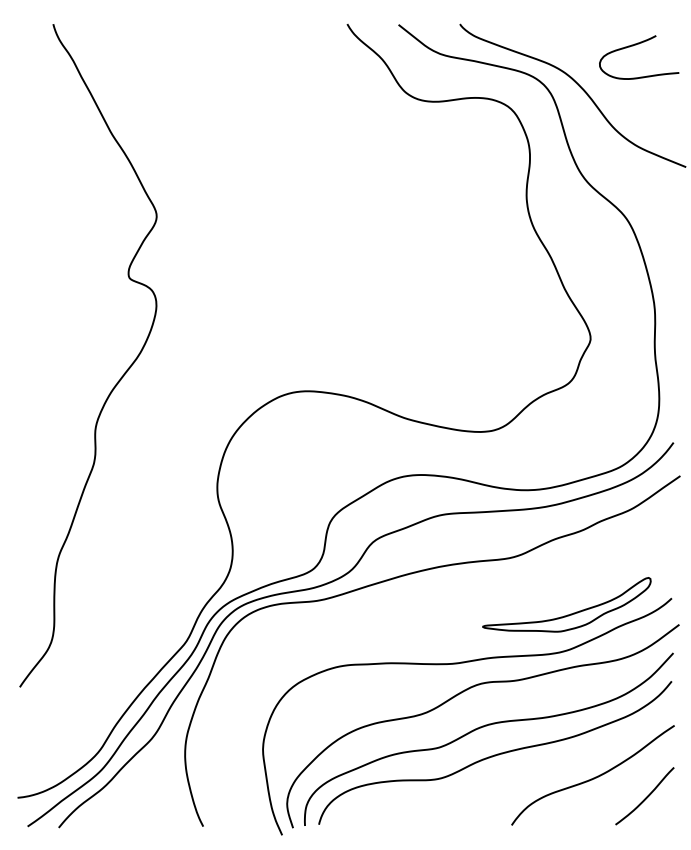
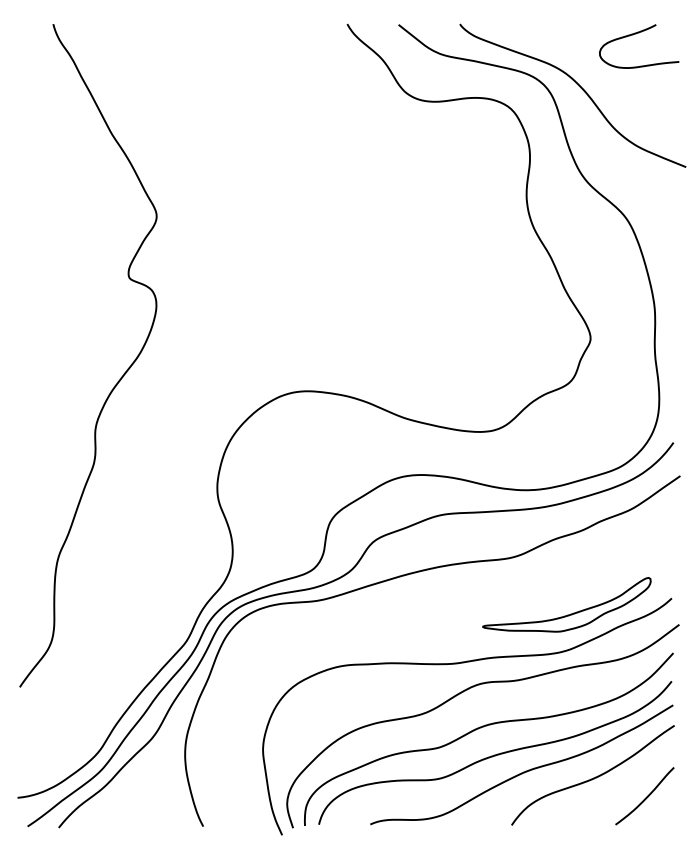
curve at (636, 45) position: (636, 45) -> (636, 34)
curve at (523, 771): none -> present
